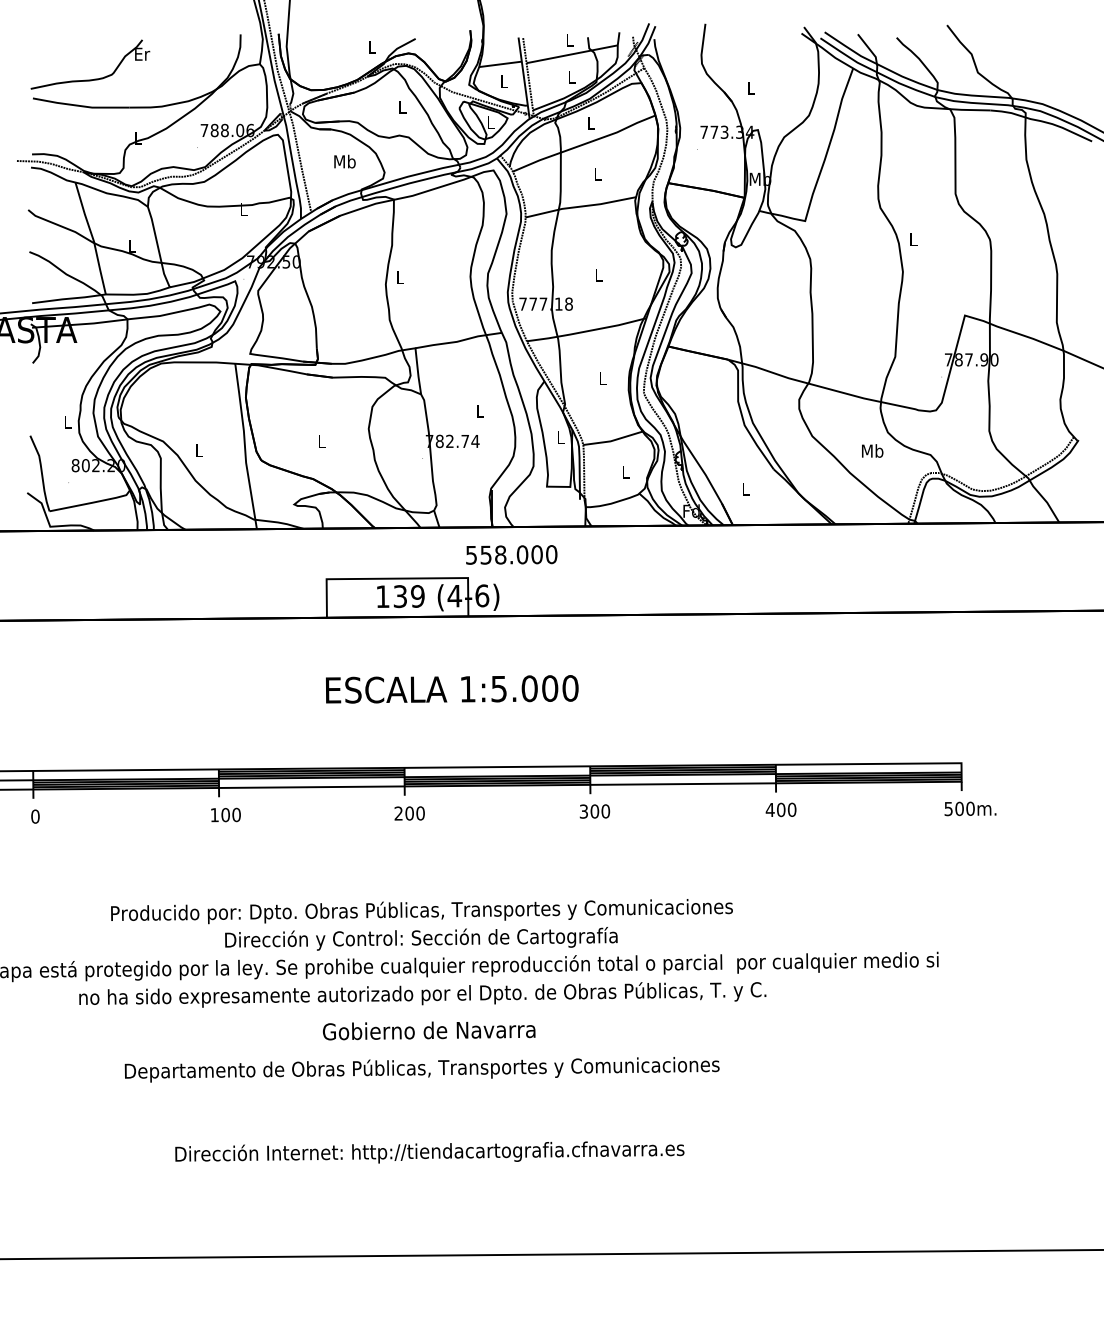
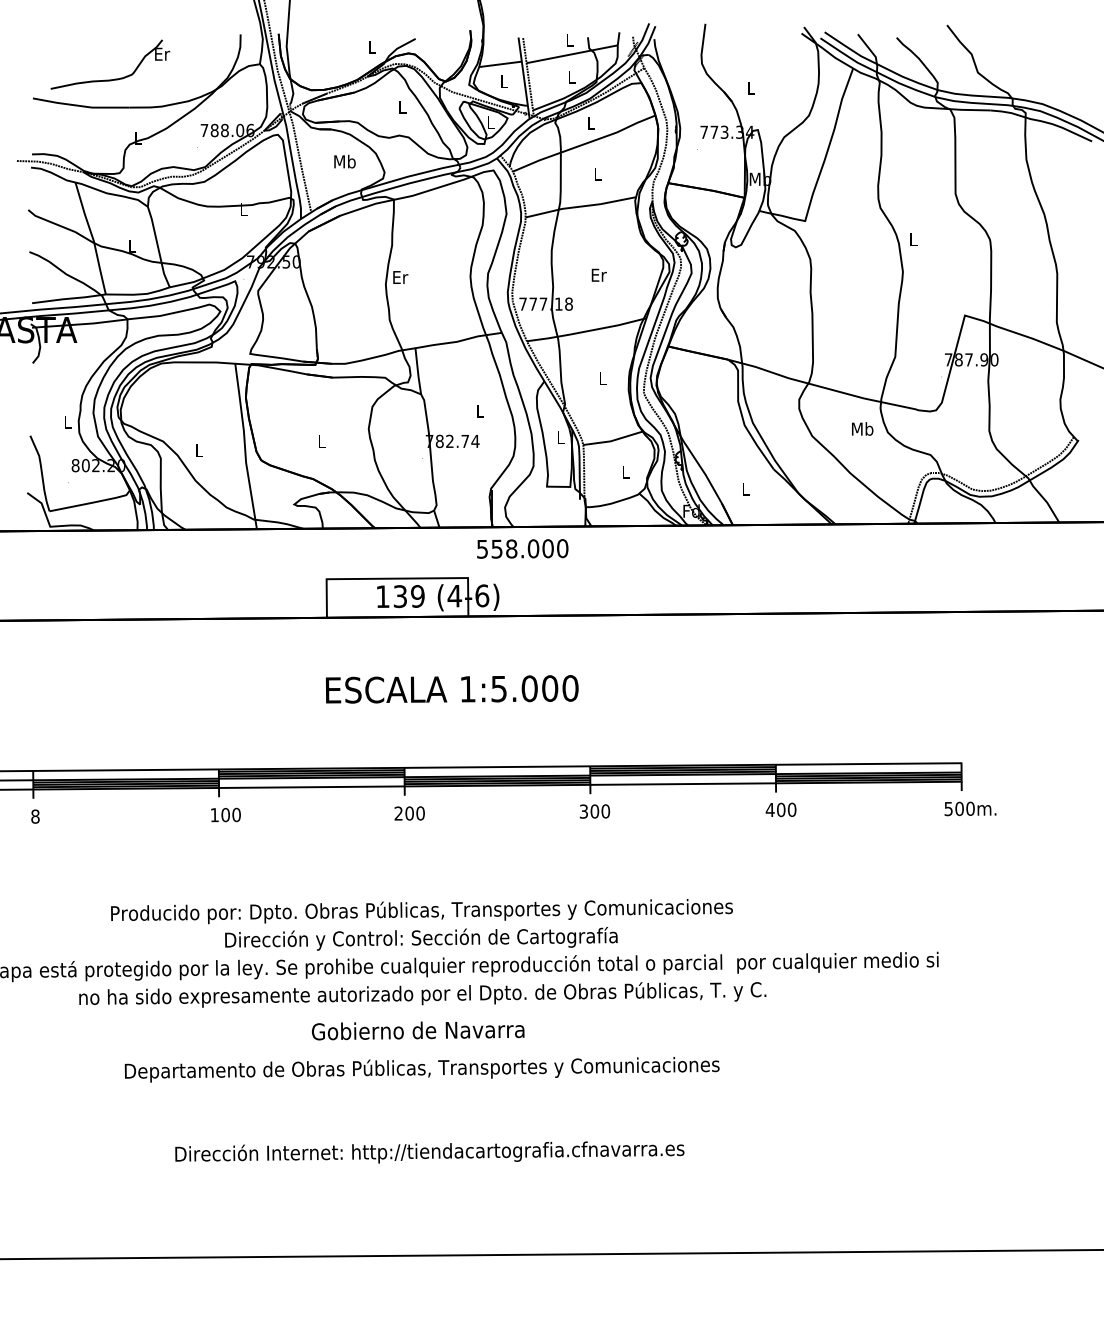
part at (94, 78) position: (94, 78) -> (114, 78)
text at (598, 274): L -> Er
text at (400, 277): L -> Er
text at (872, 450) position: (872, 450) -> (862, 428)
text at (511, 554) position: (511, 554) -> (522, 548)
text at (35, 816): 0 -> 8
text at (429, 1030) position: (429, 1030) -> (418, 1030)
